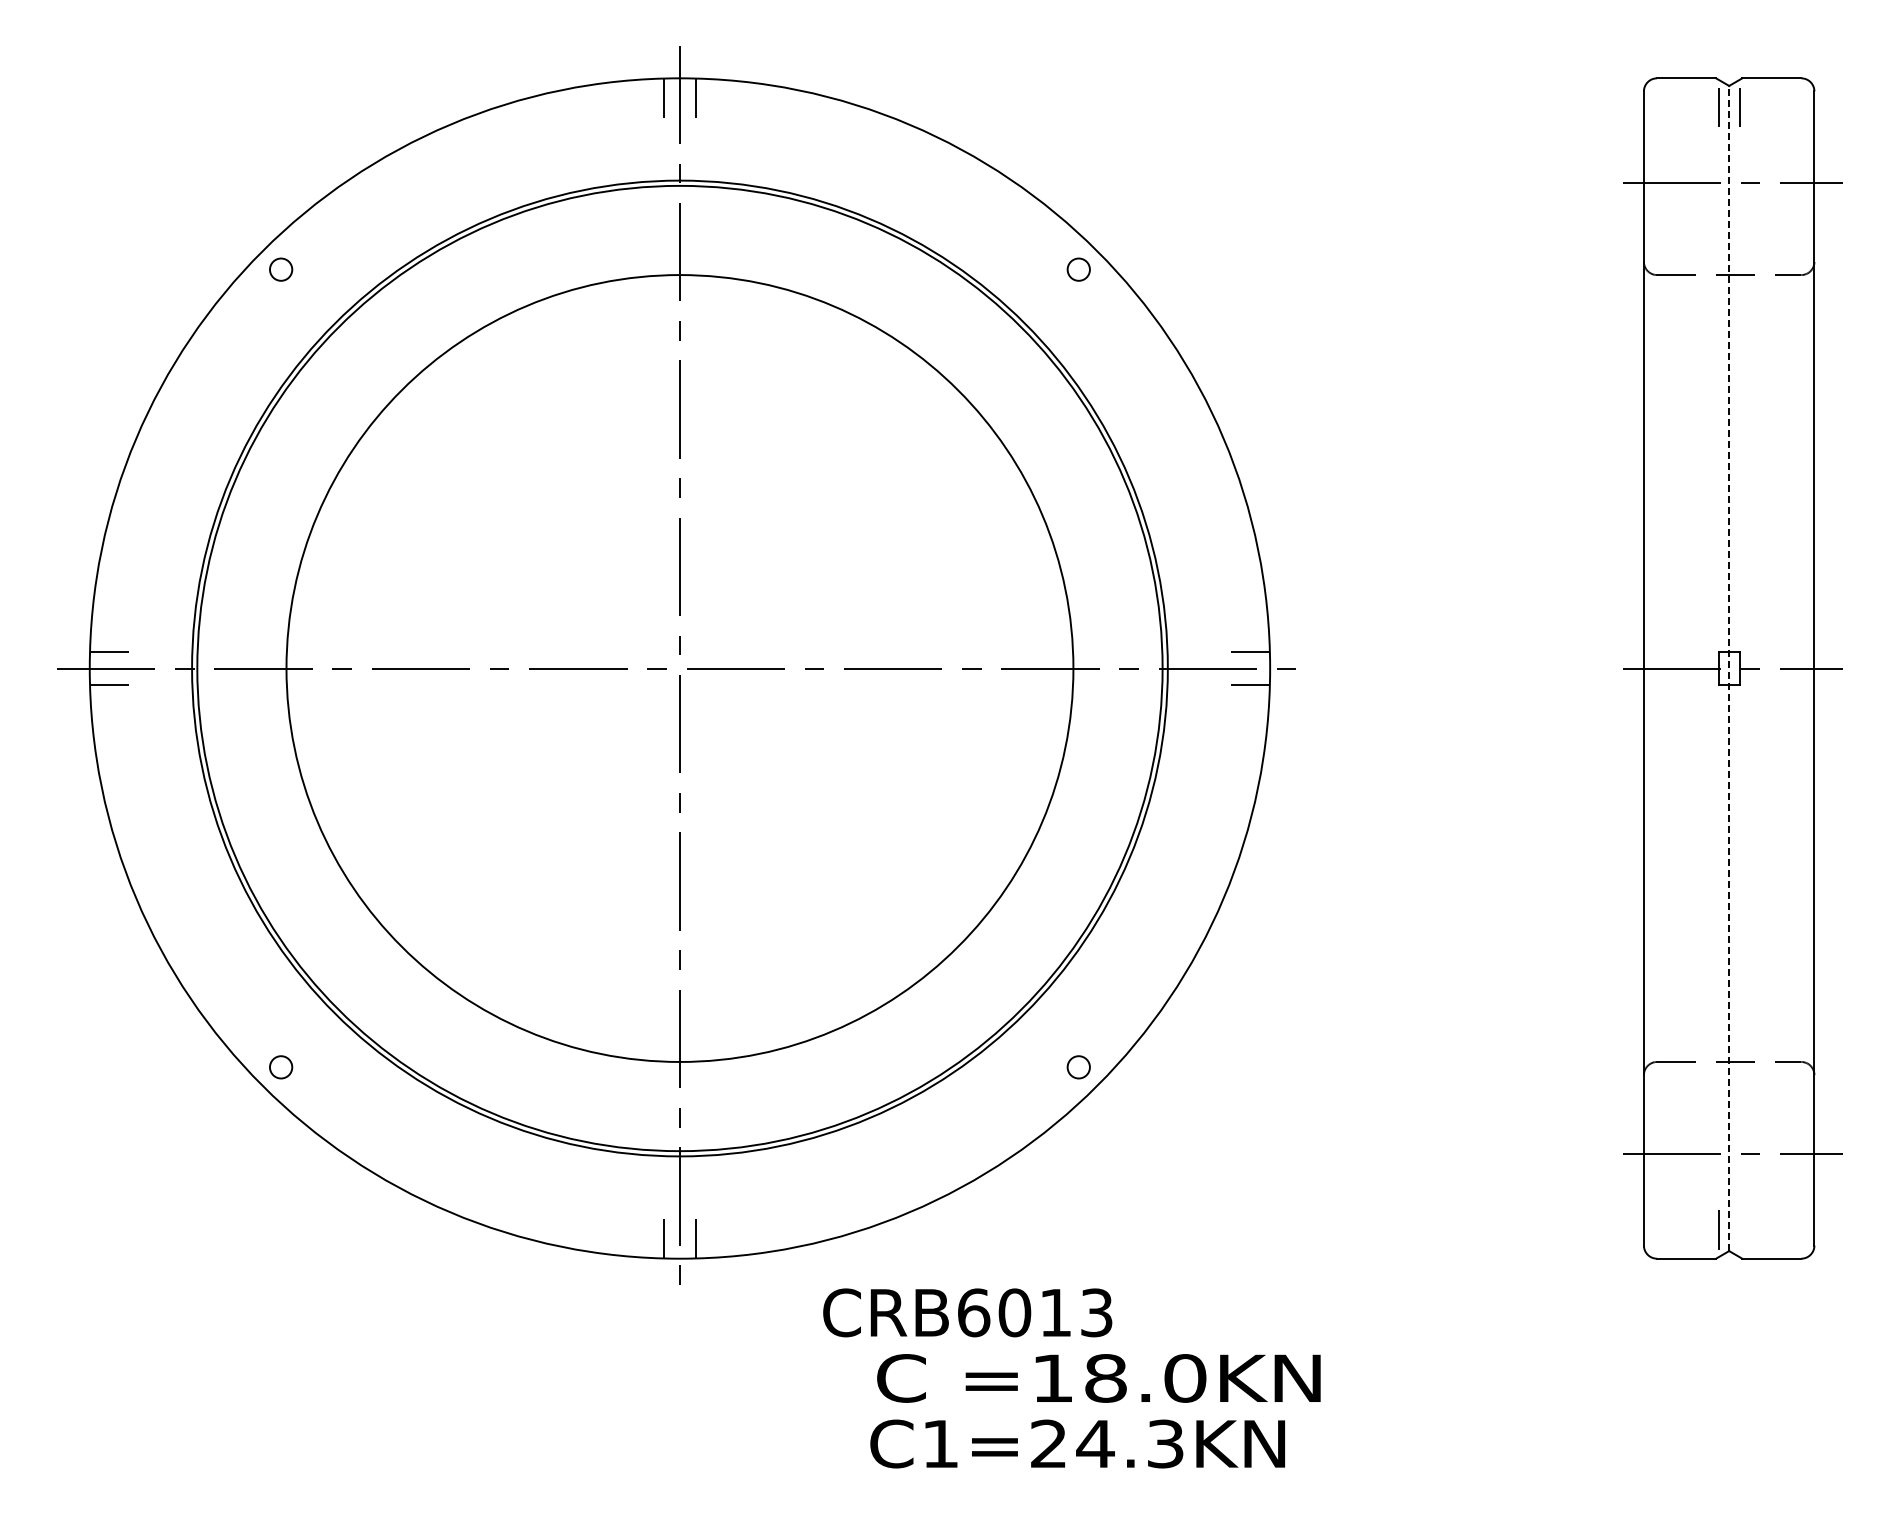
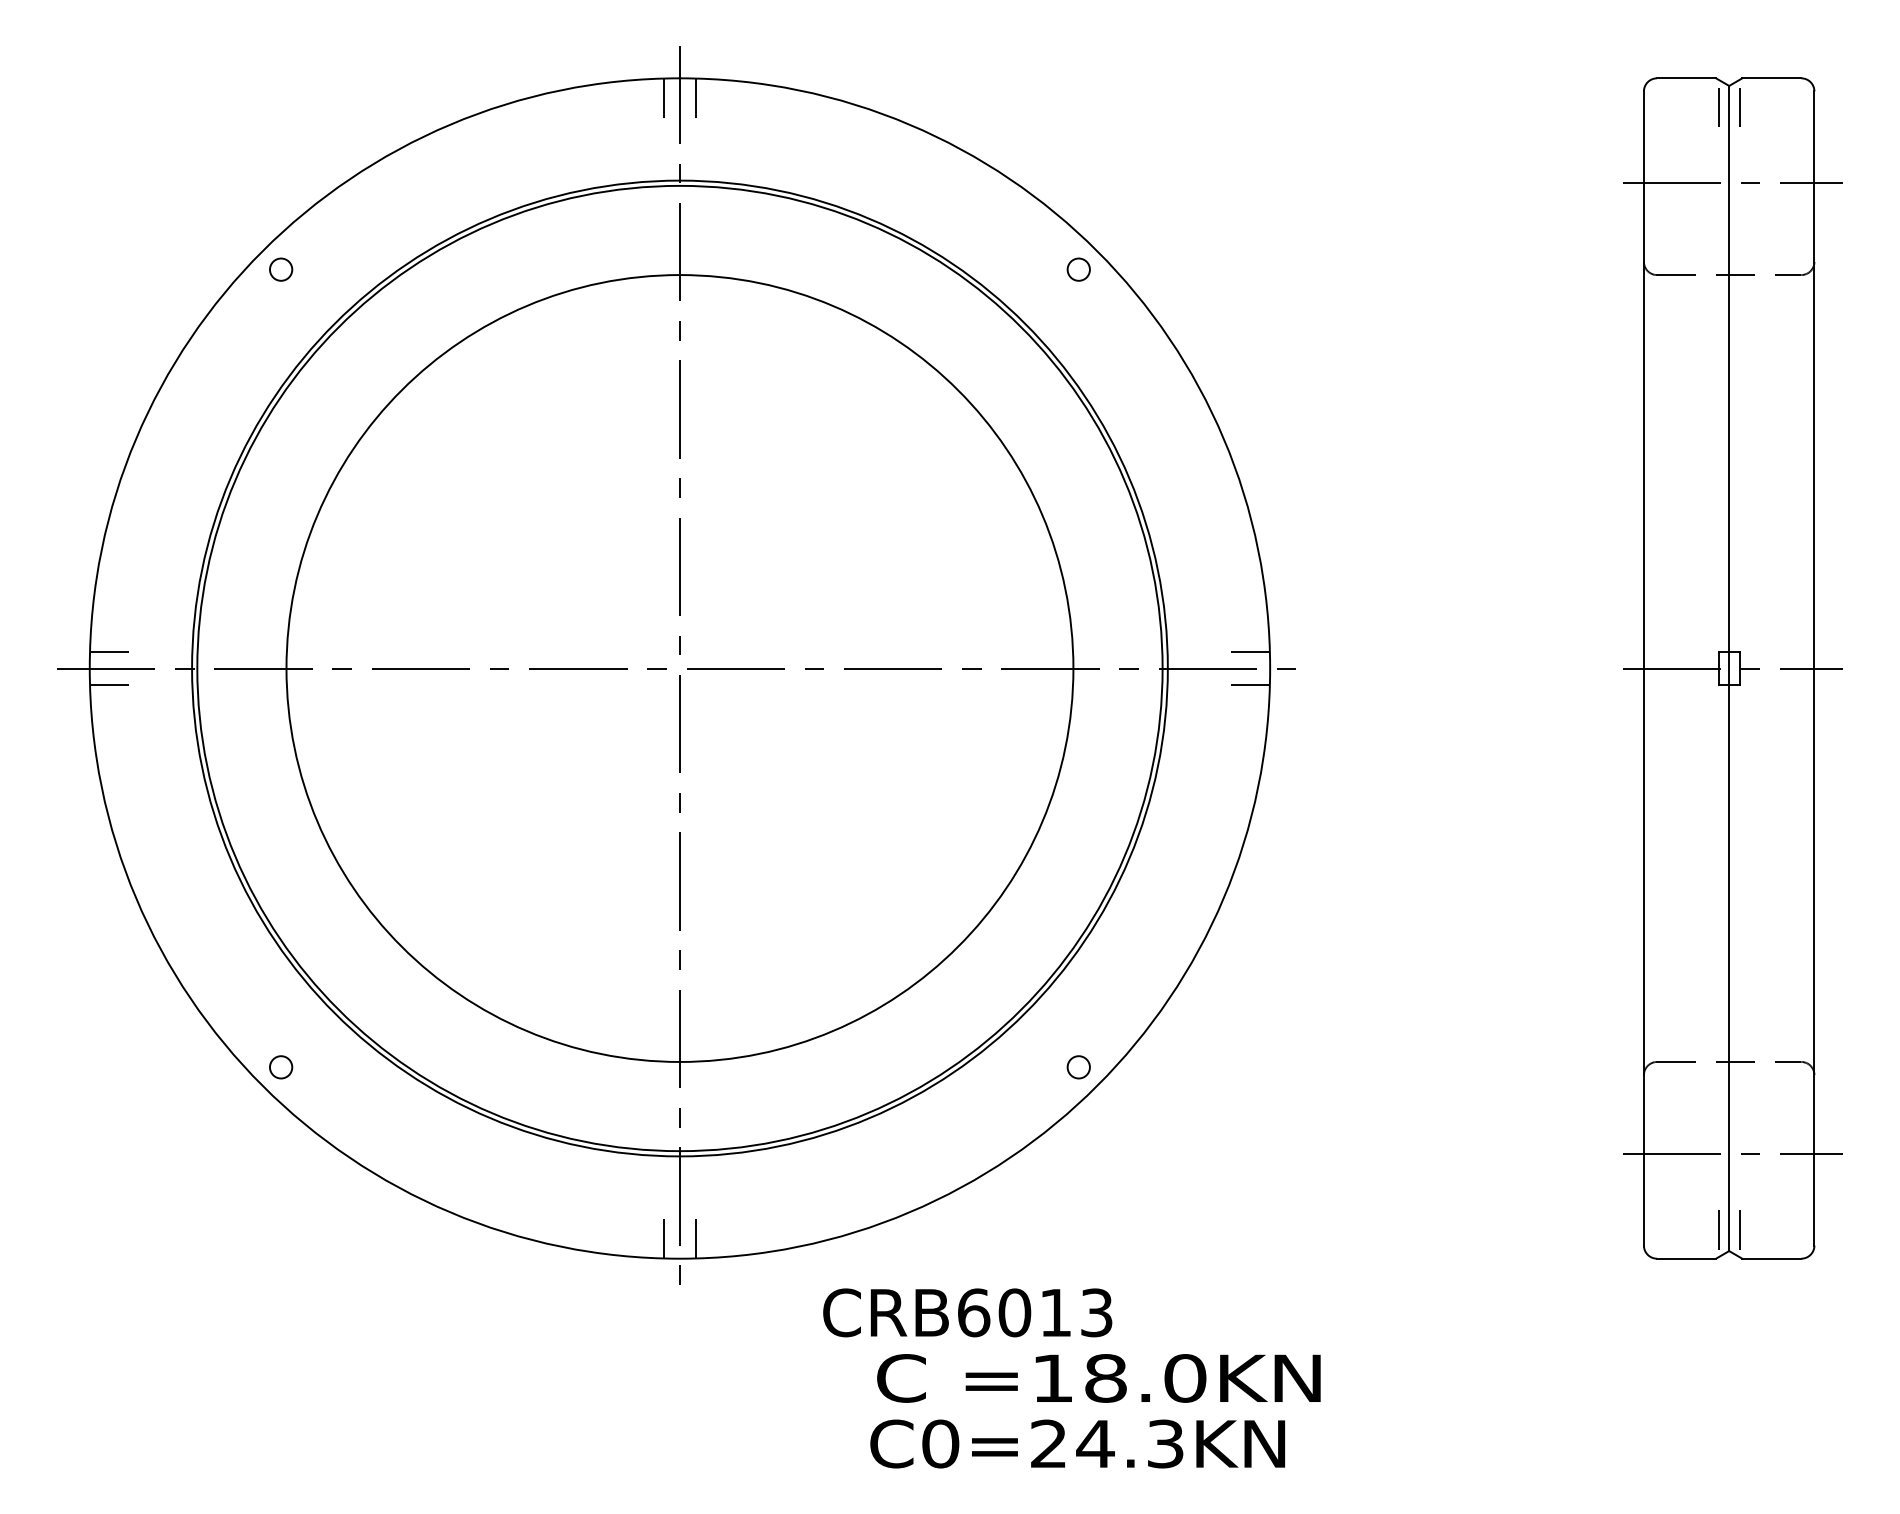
line at (1729, 668): dashed -> solid
line at (1739, 1233): none -> present
text at (940, 1443): C1=24.3KN -> C0=24.3KN
